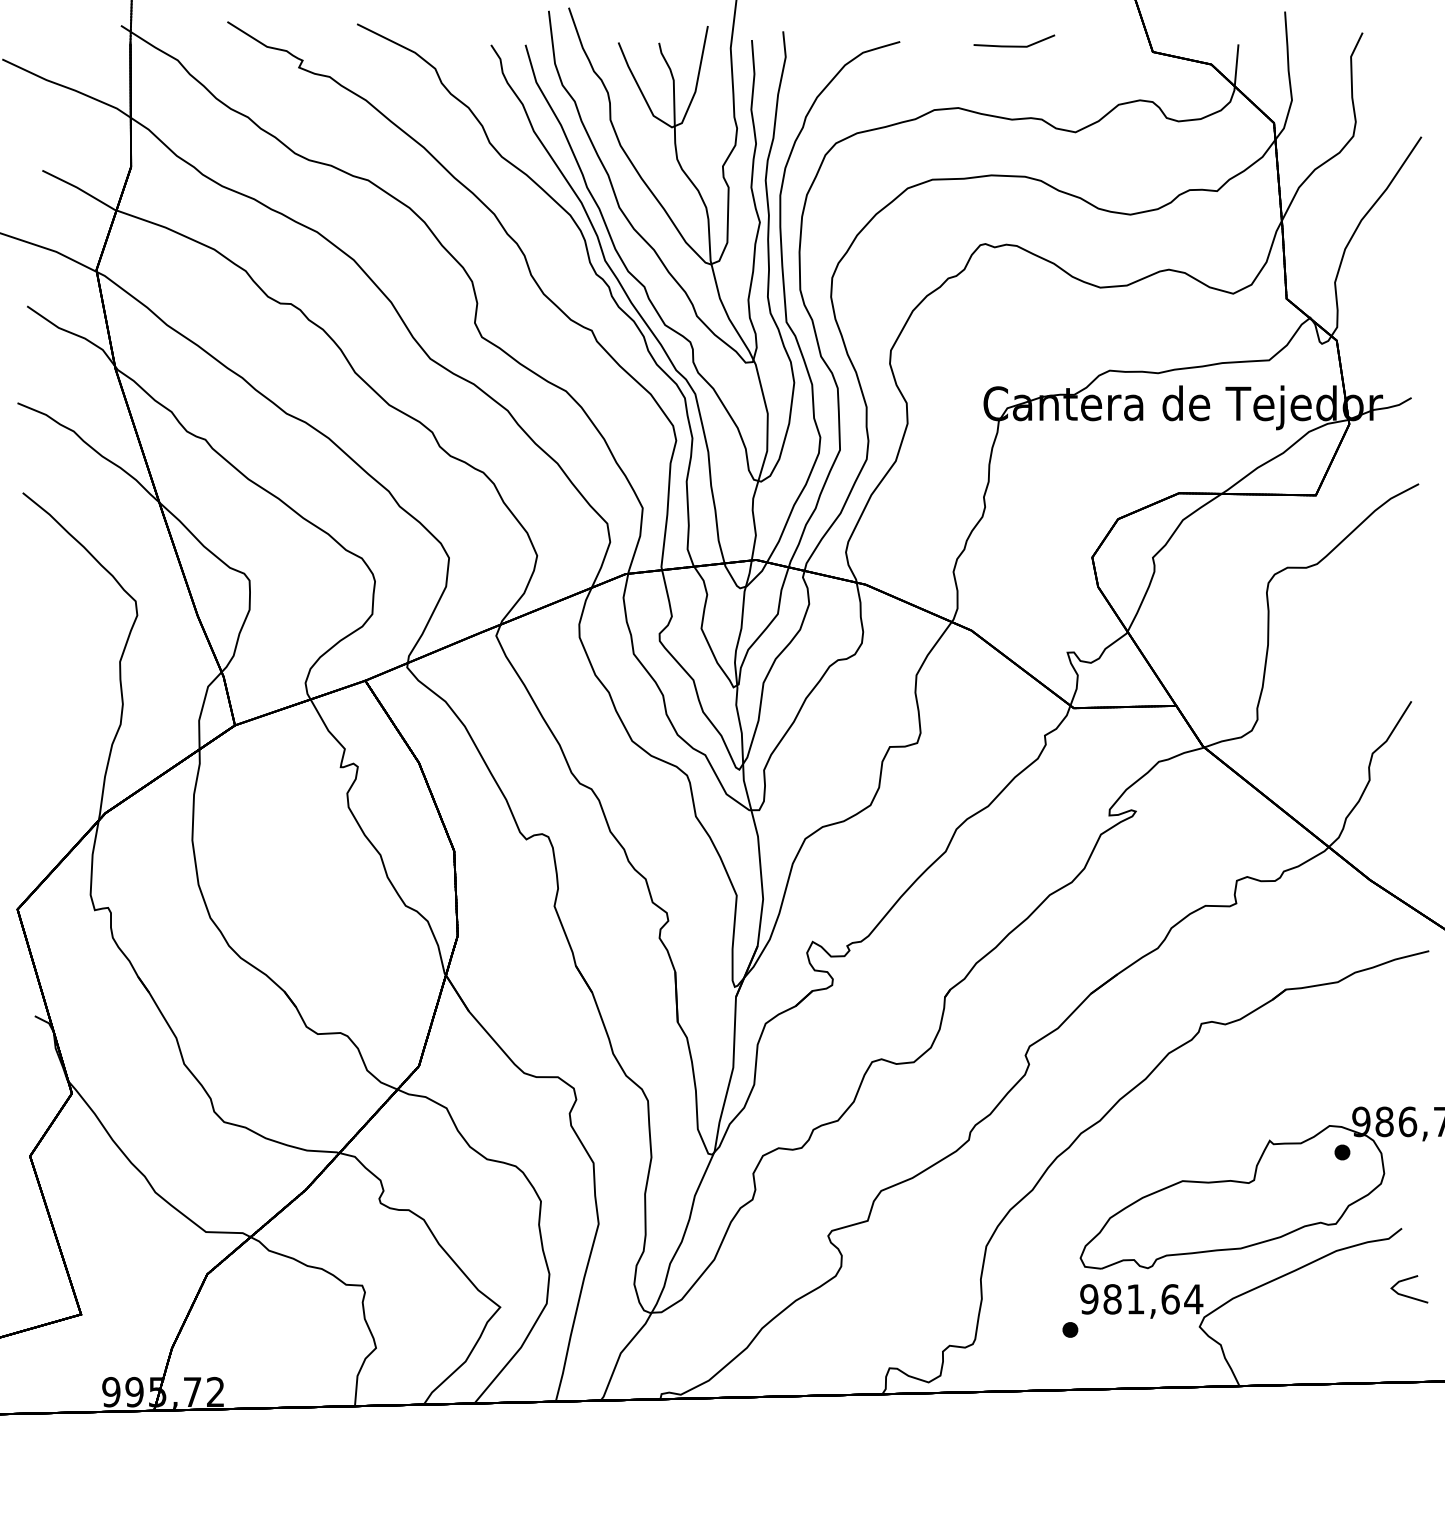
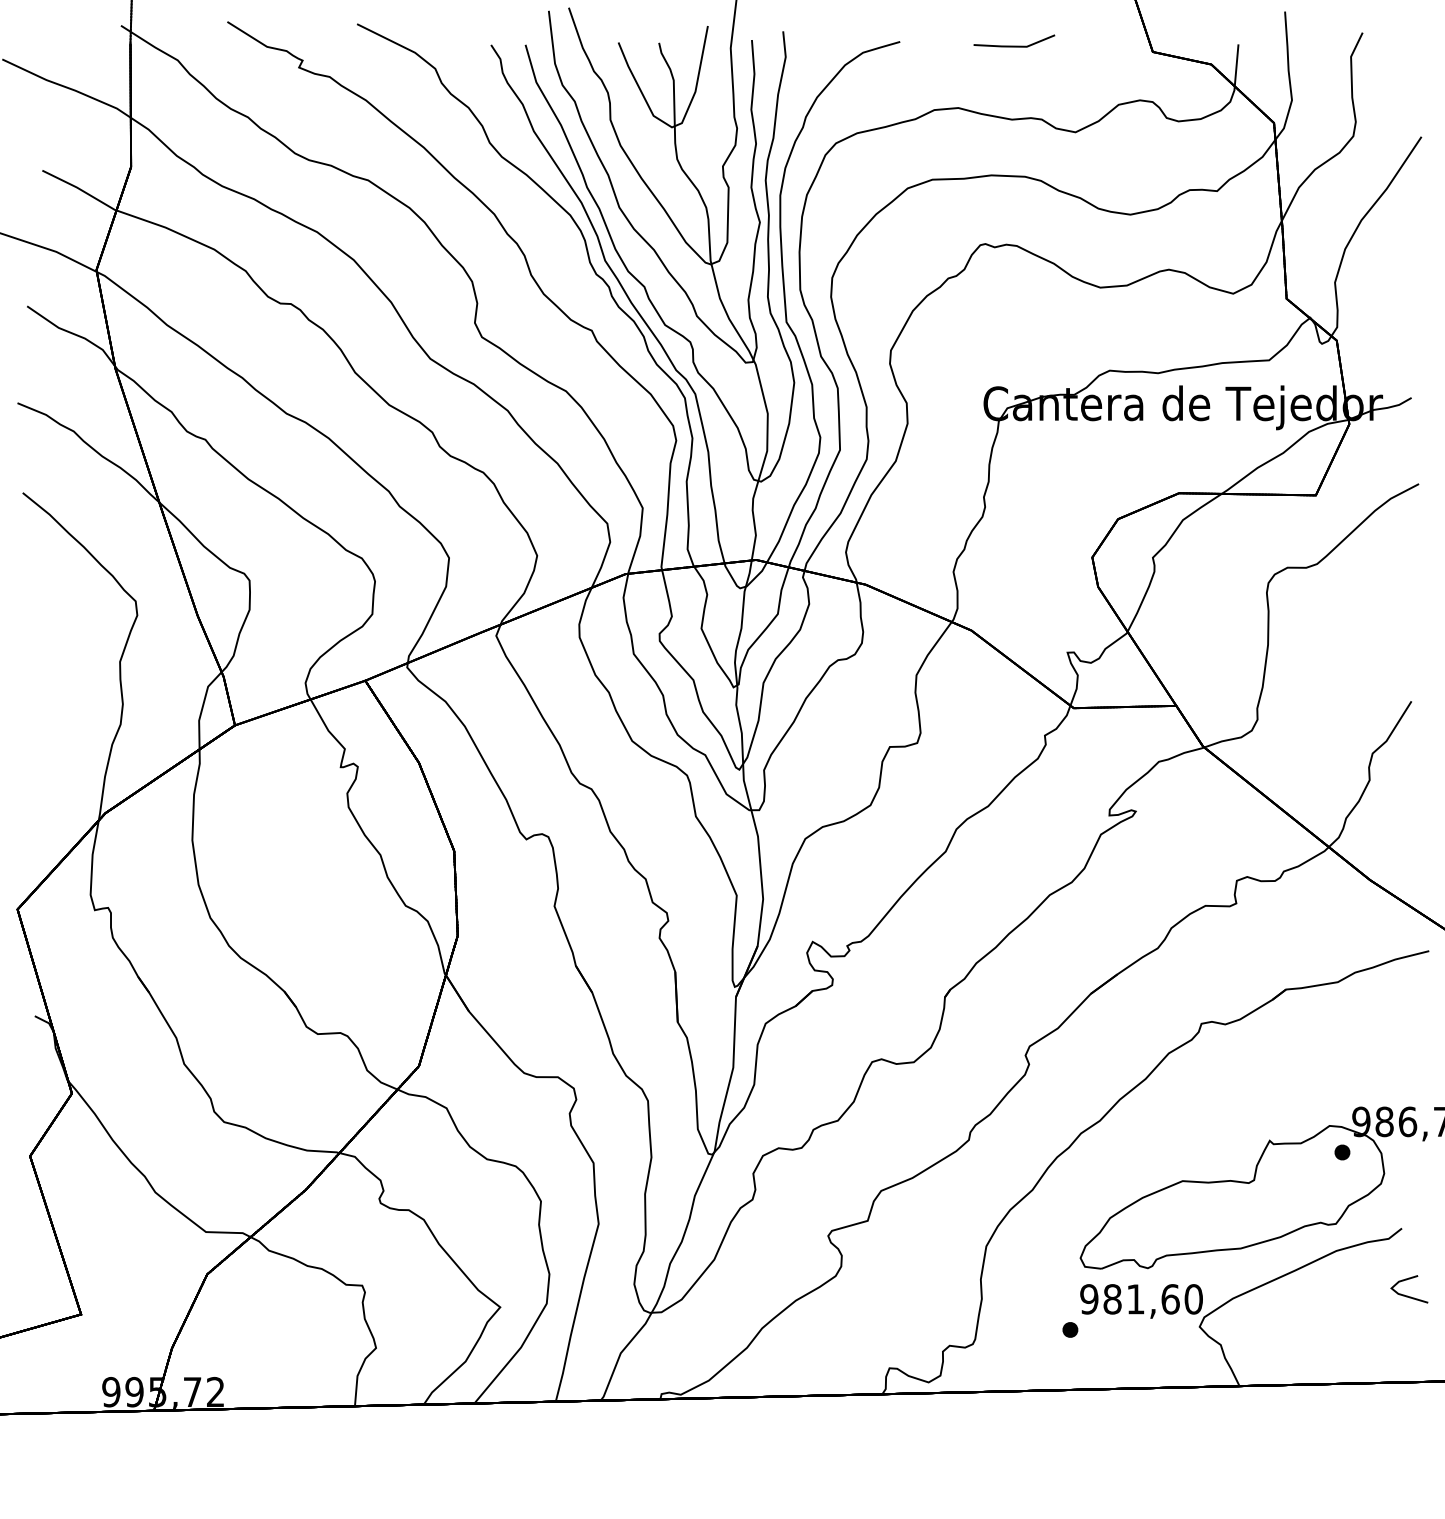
text at (1193, 1299): 981,64 -> 981,60
